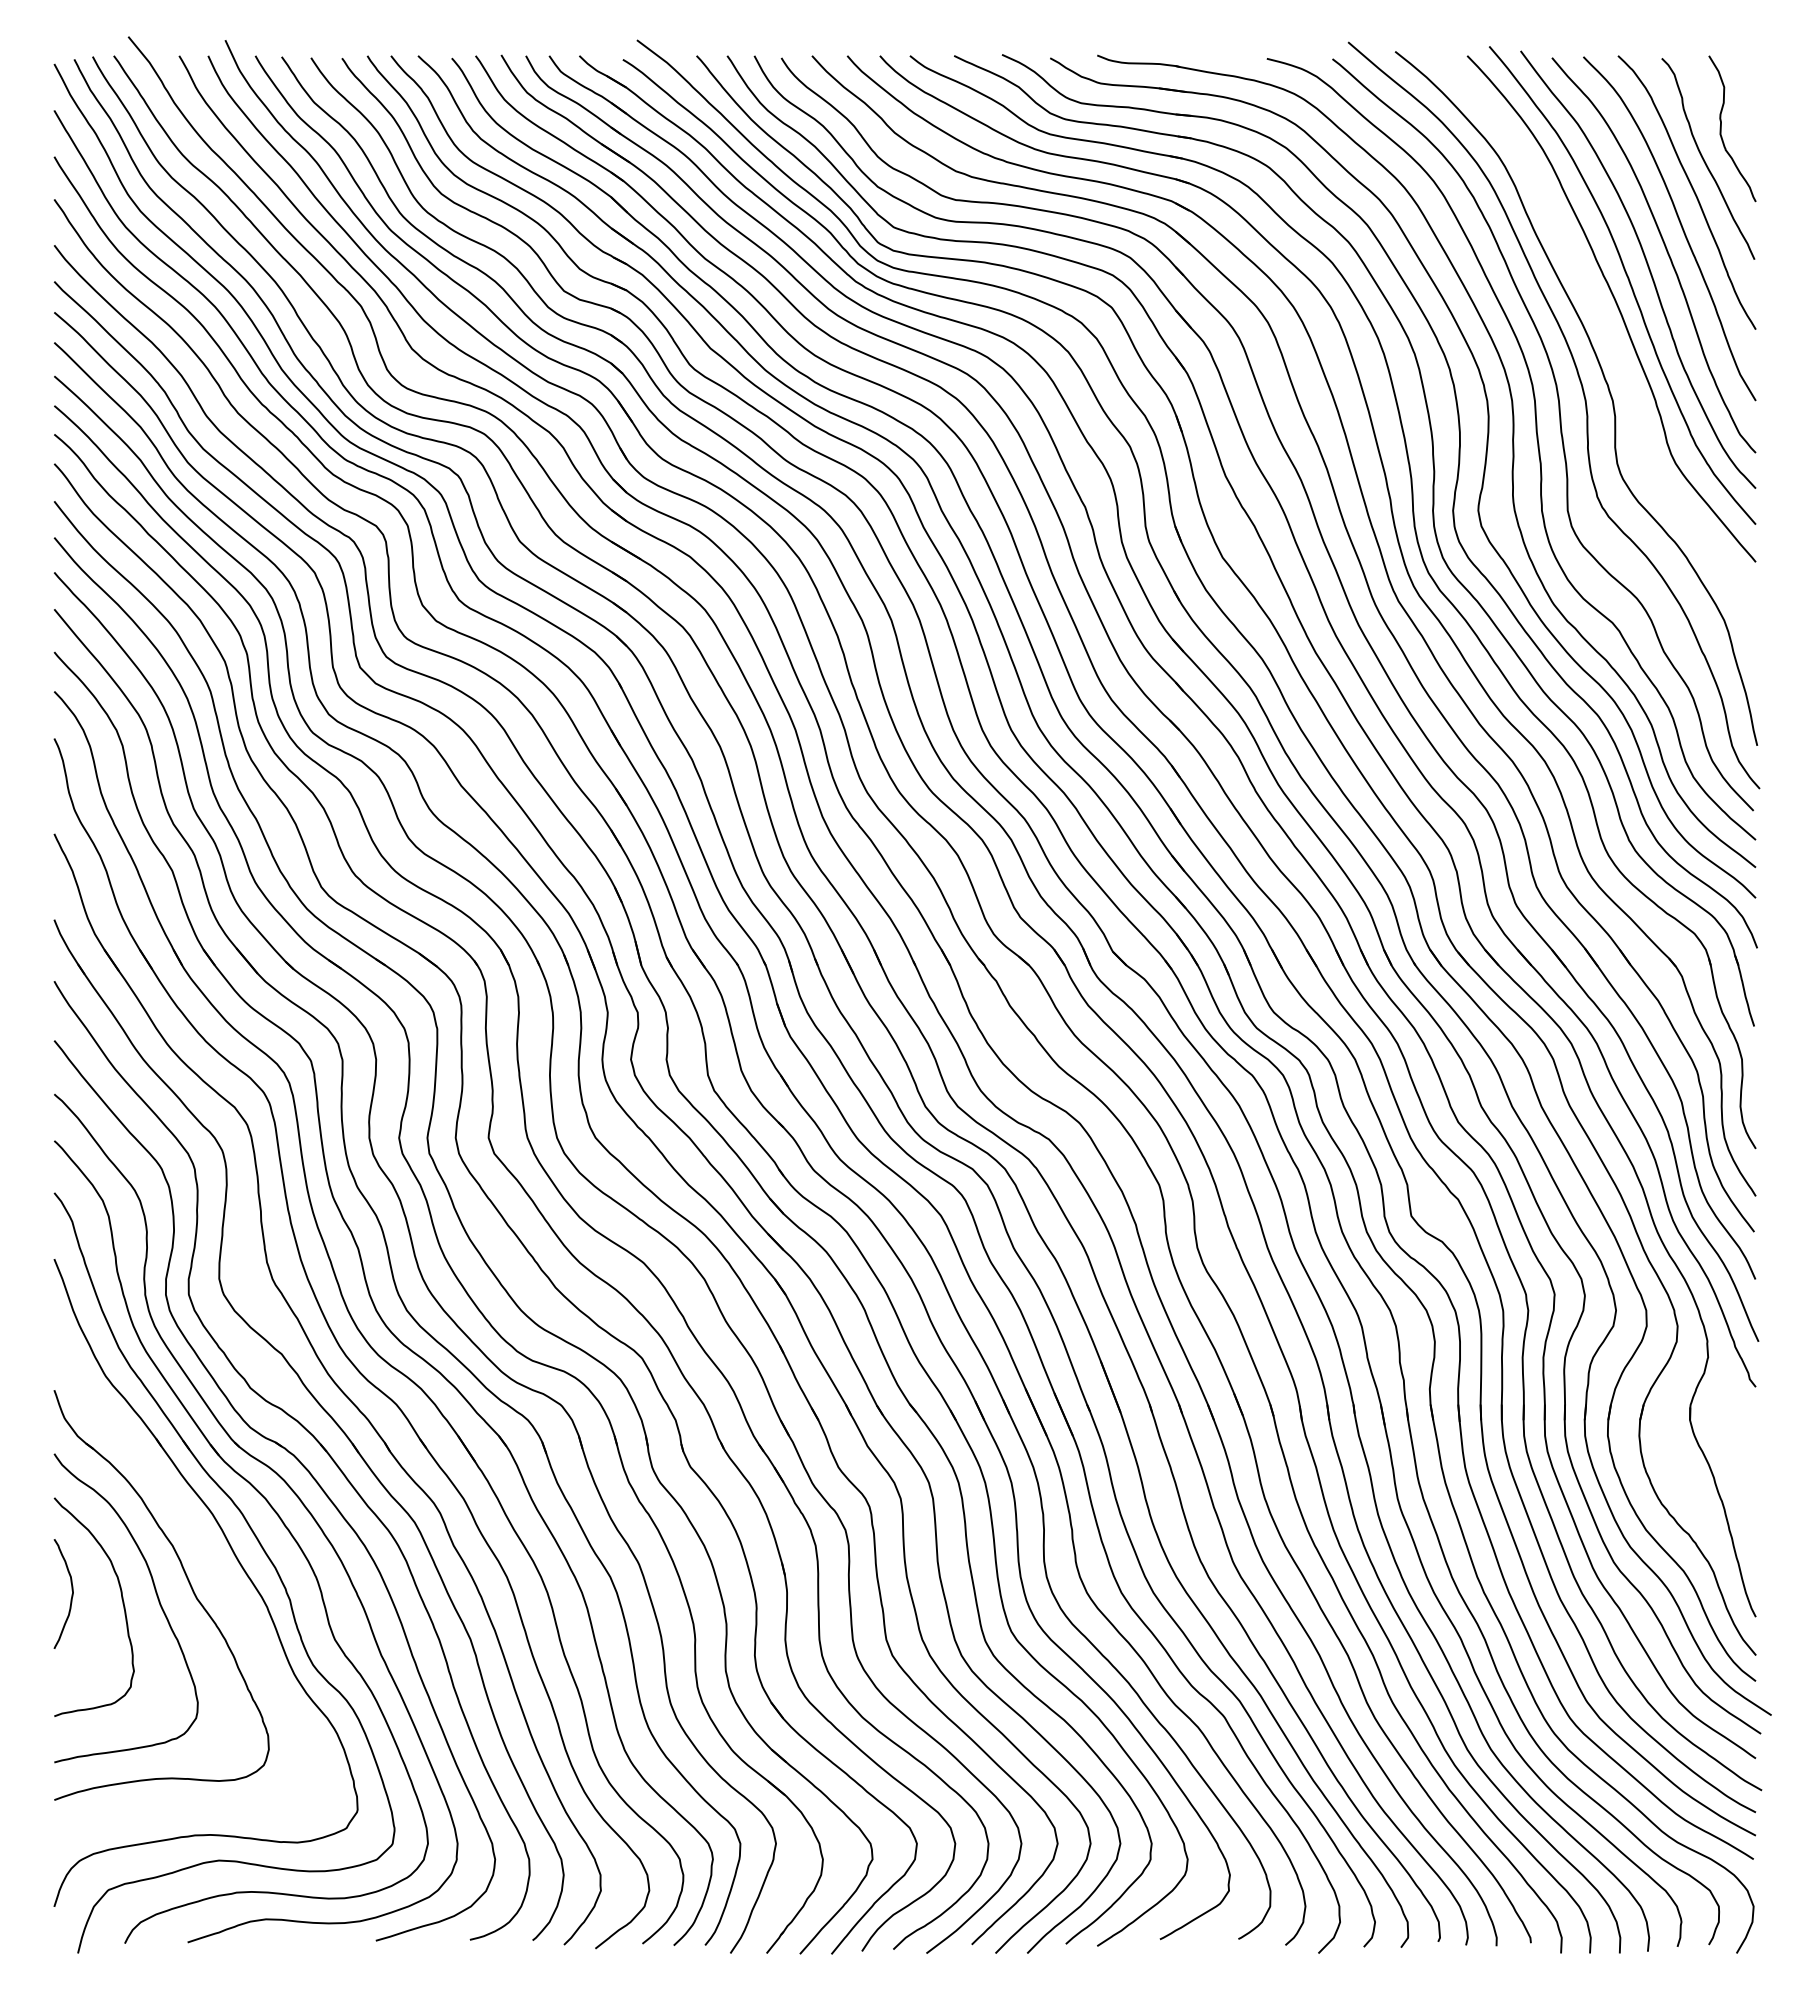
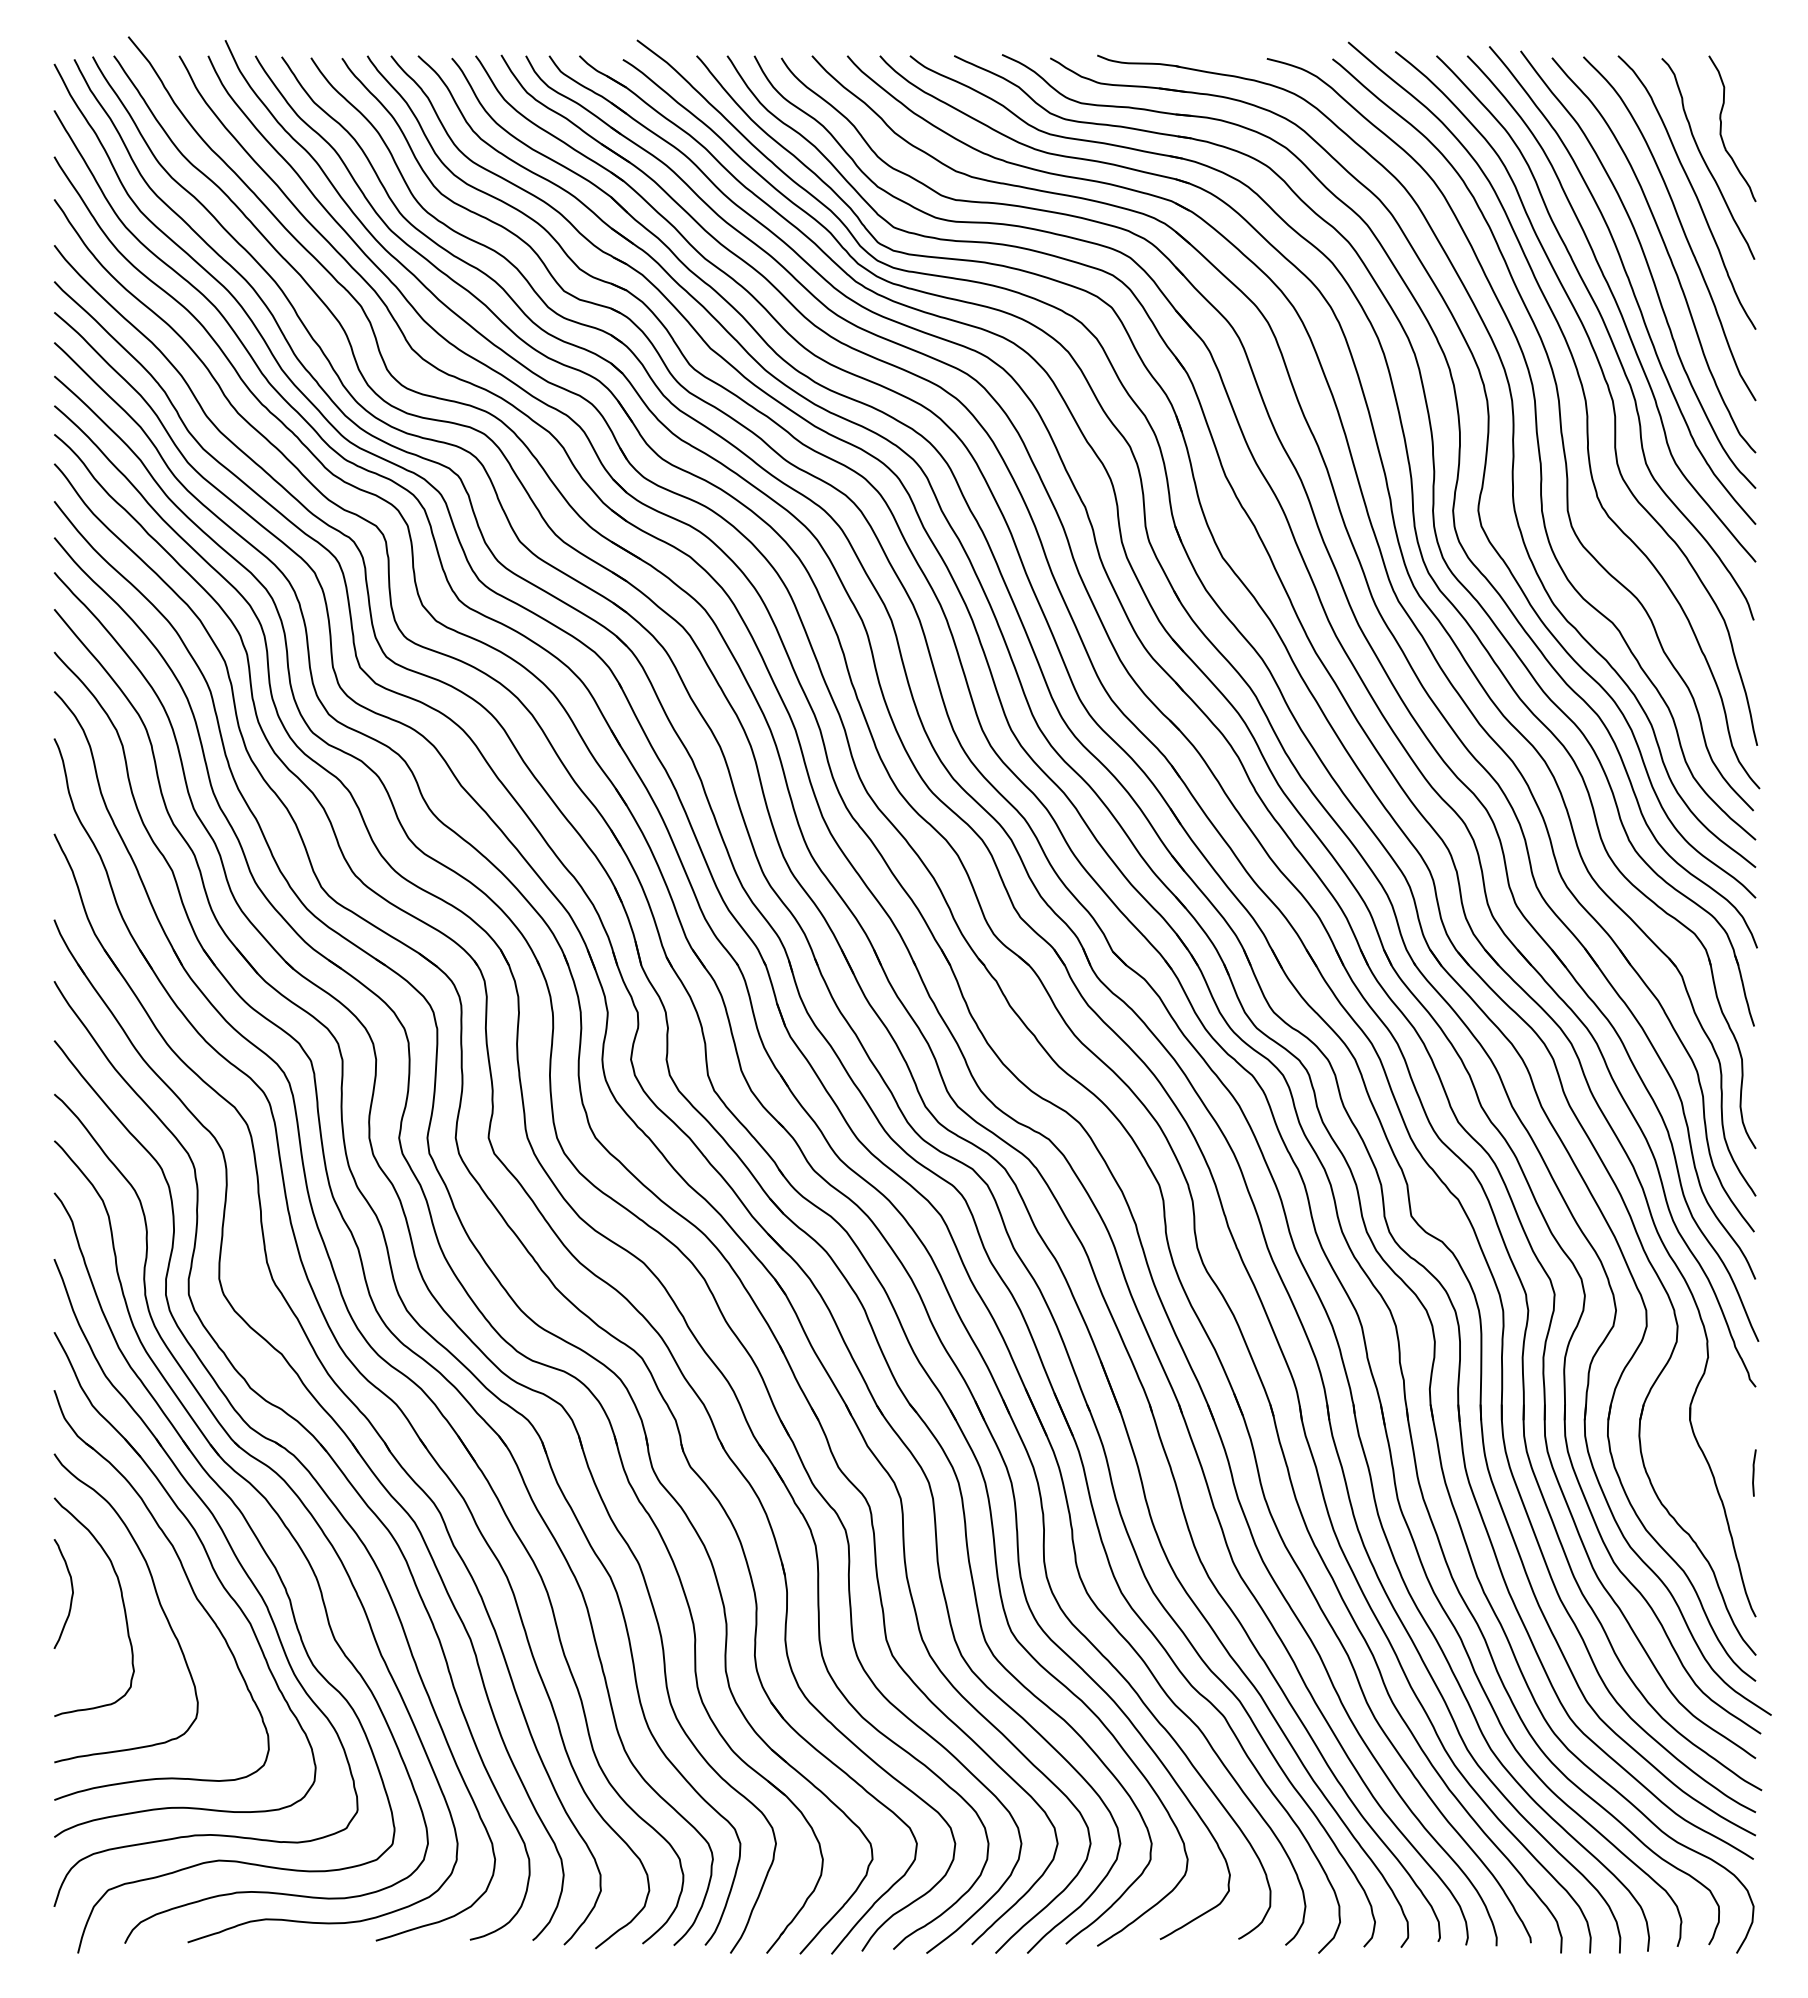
curve at (1606, 331): none -> present
line at (1754, 1472): none -> present
part at (212, 1569): none -> present
